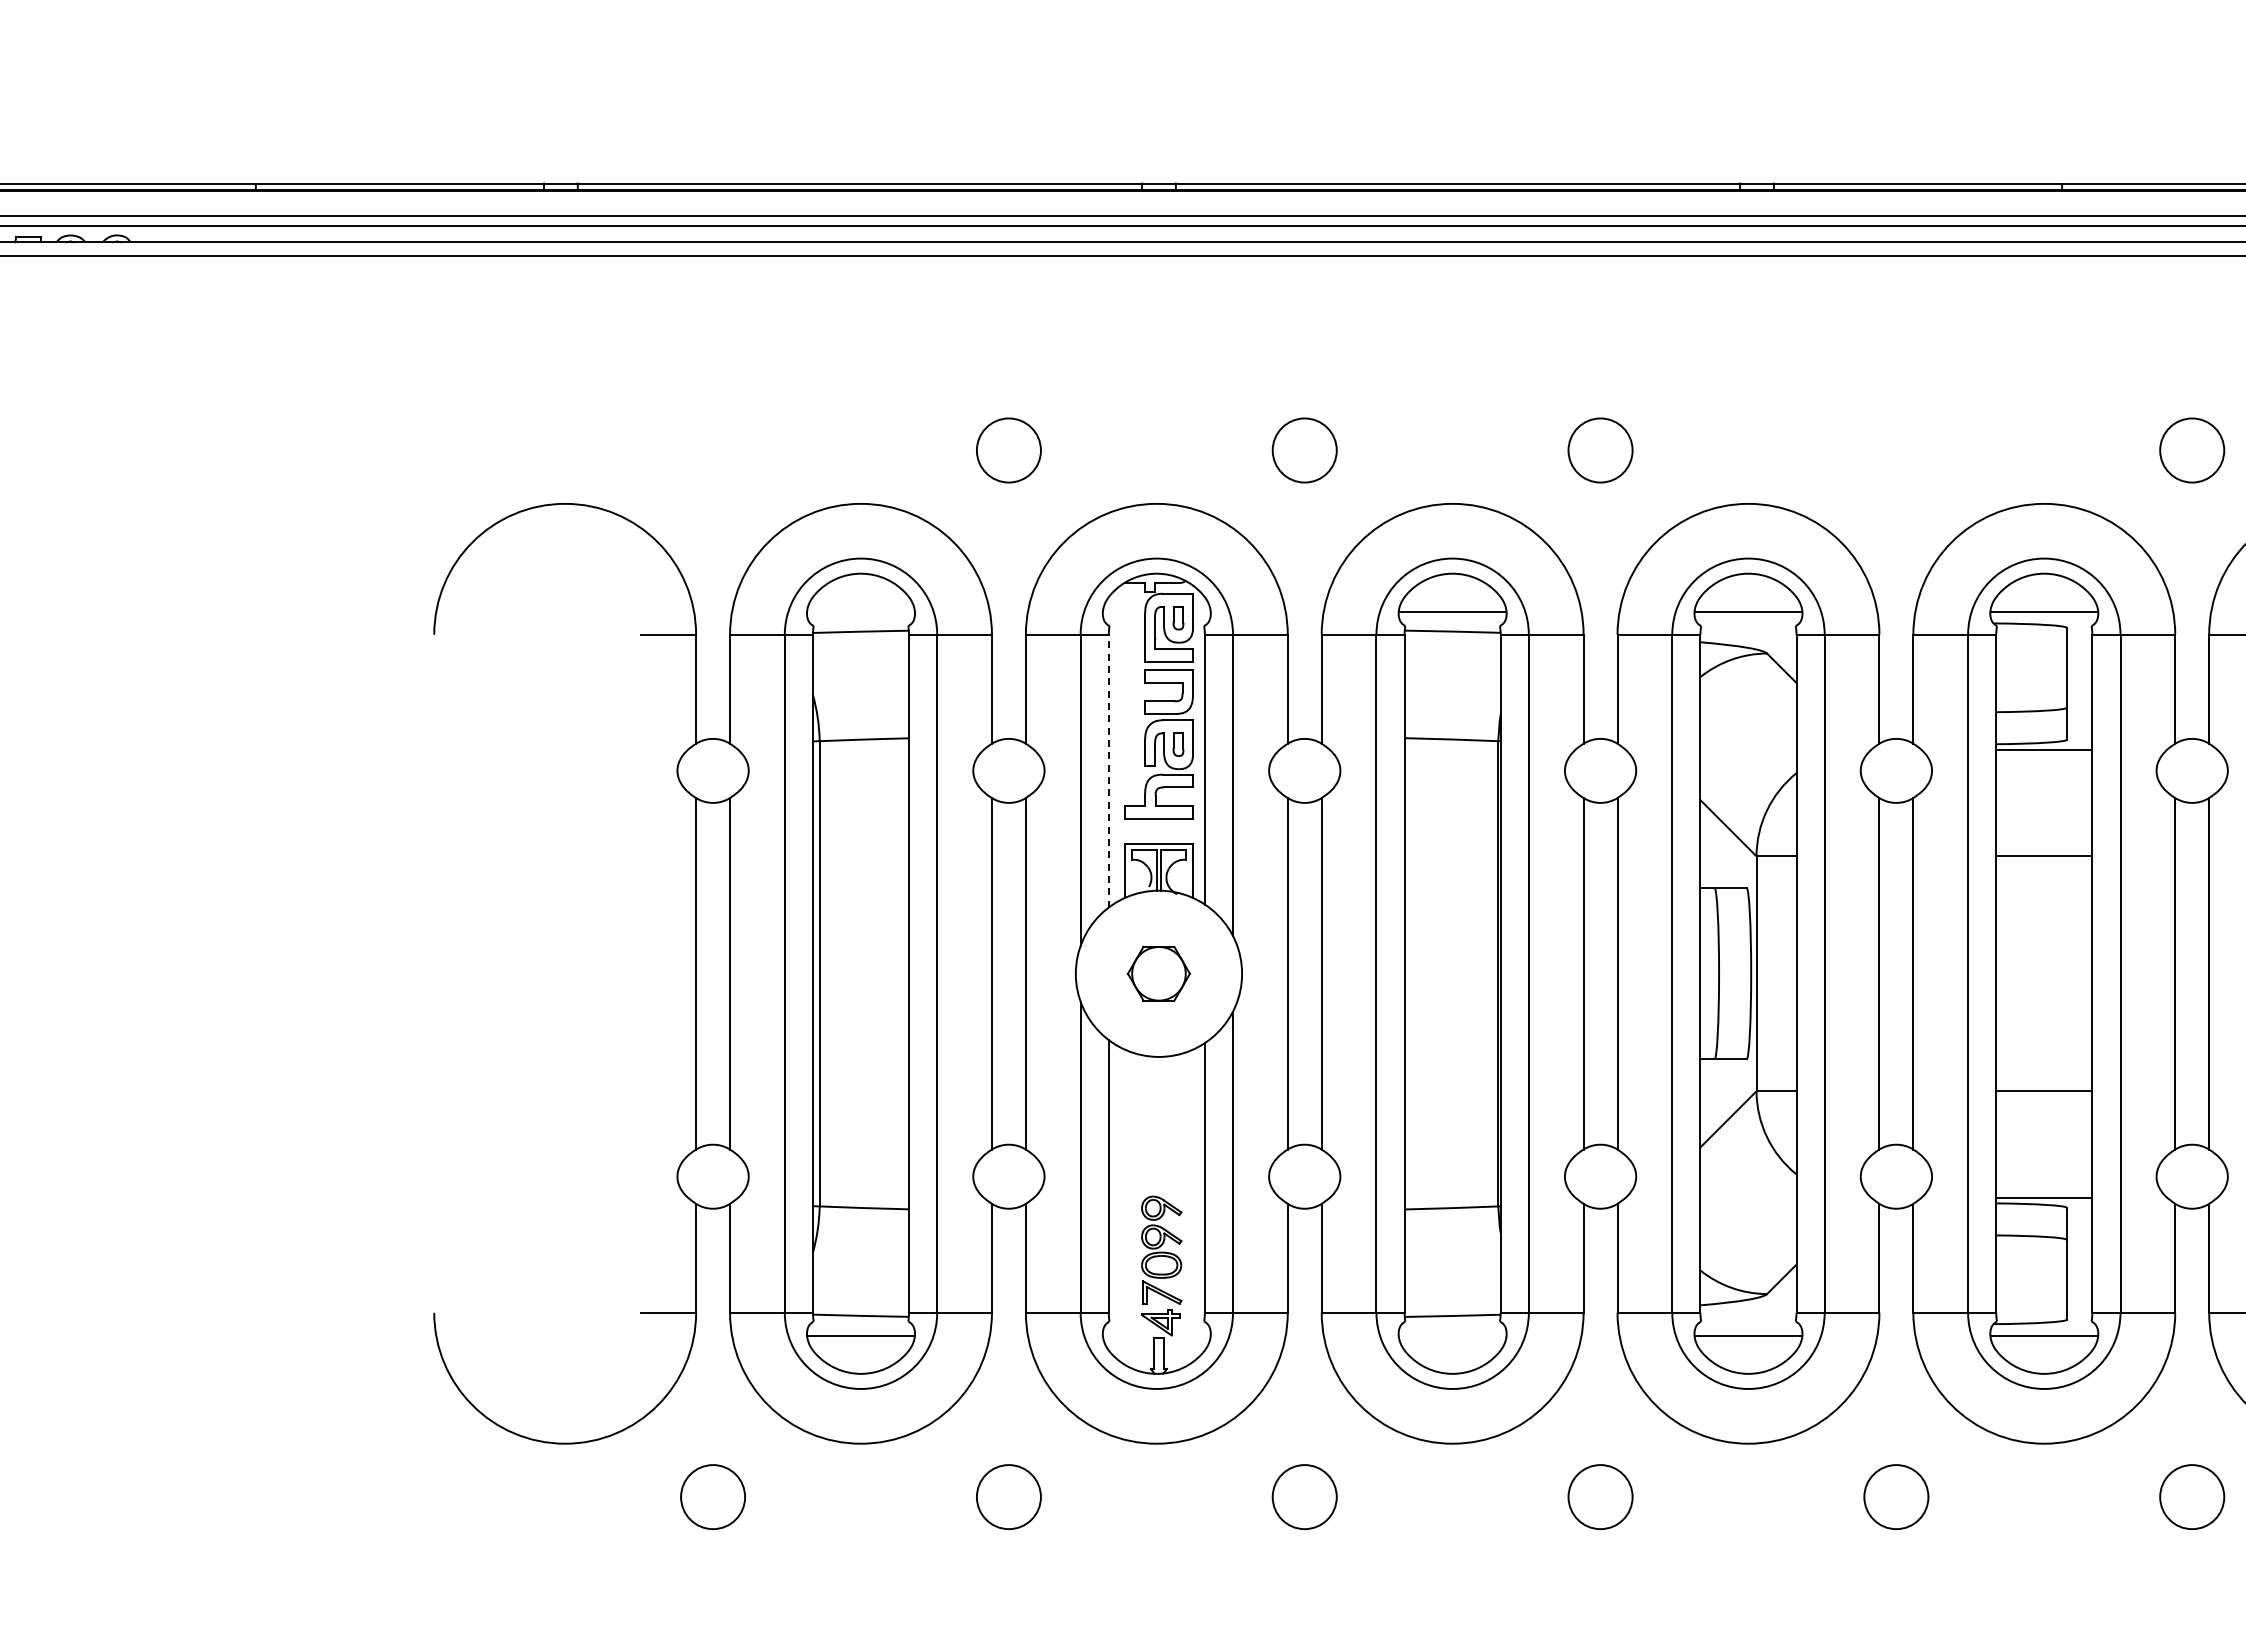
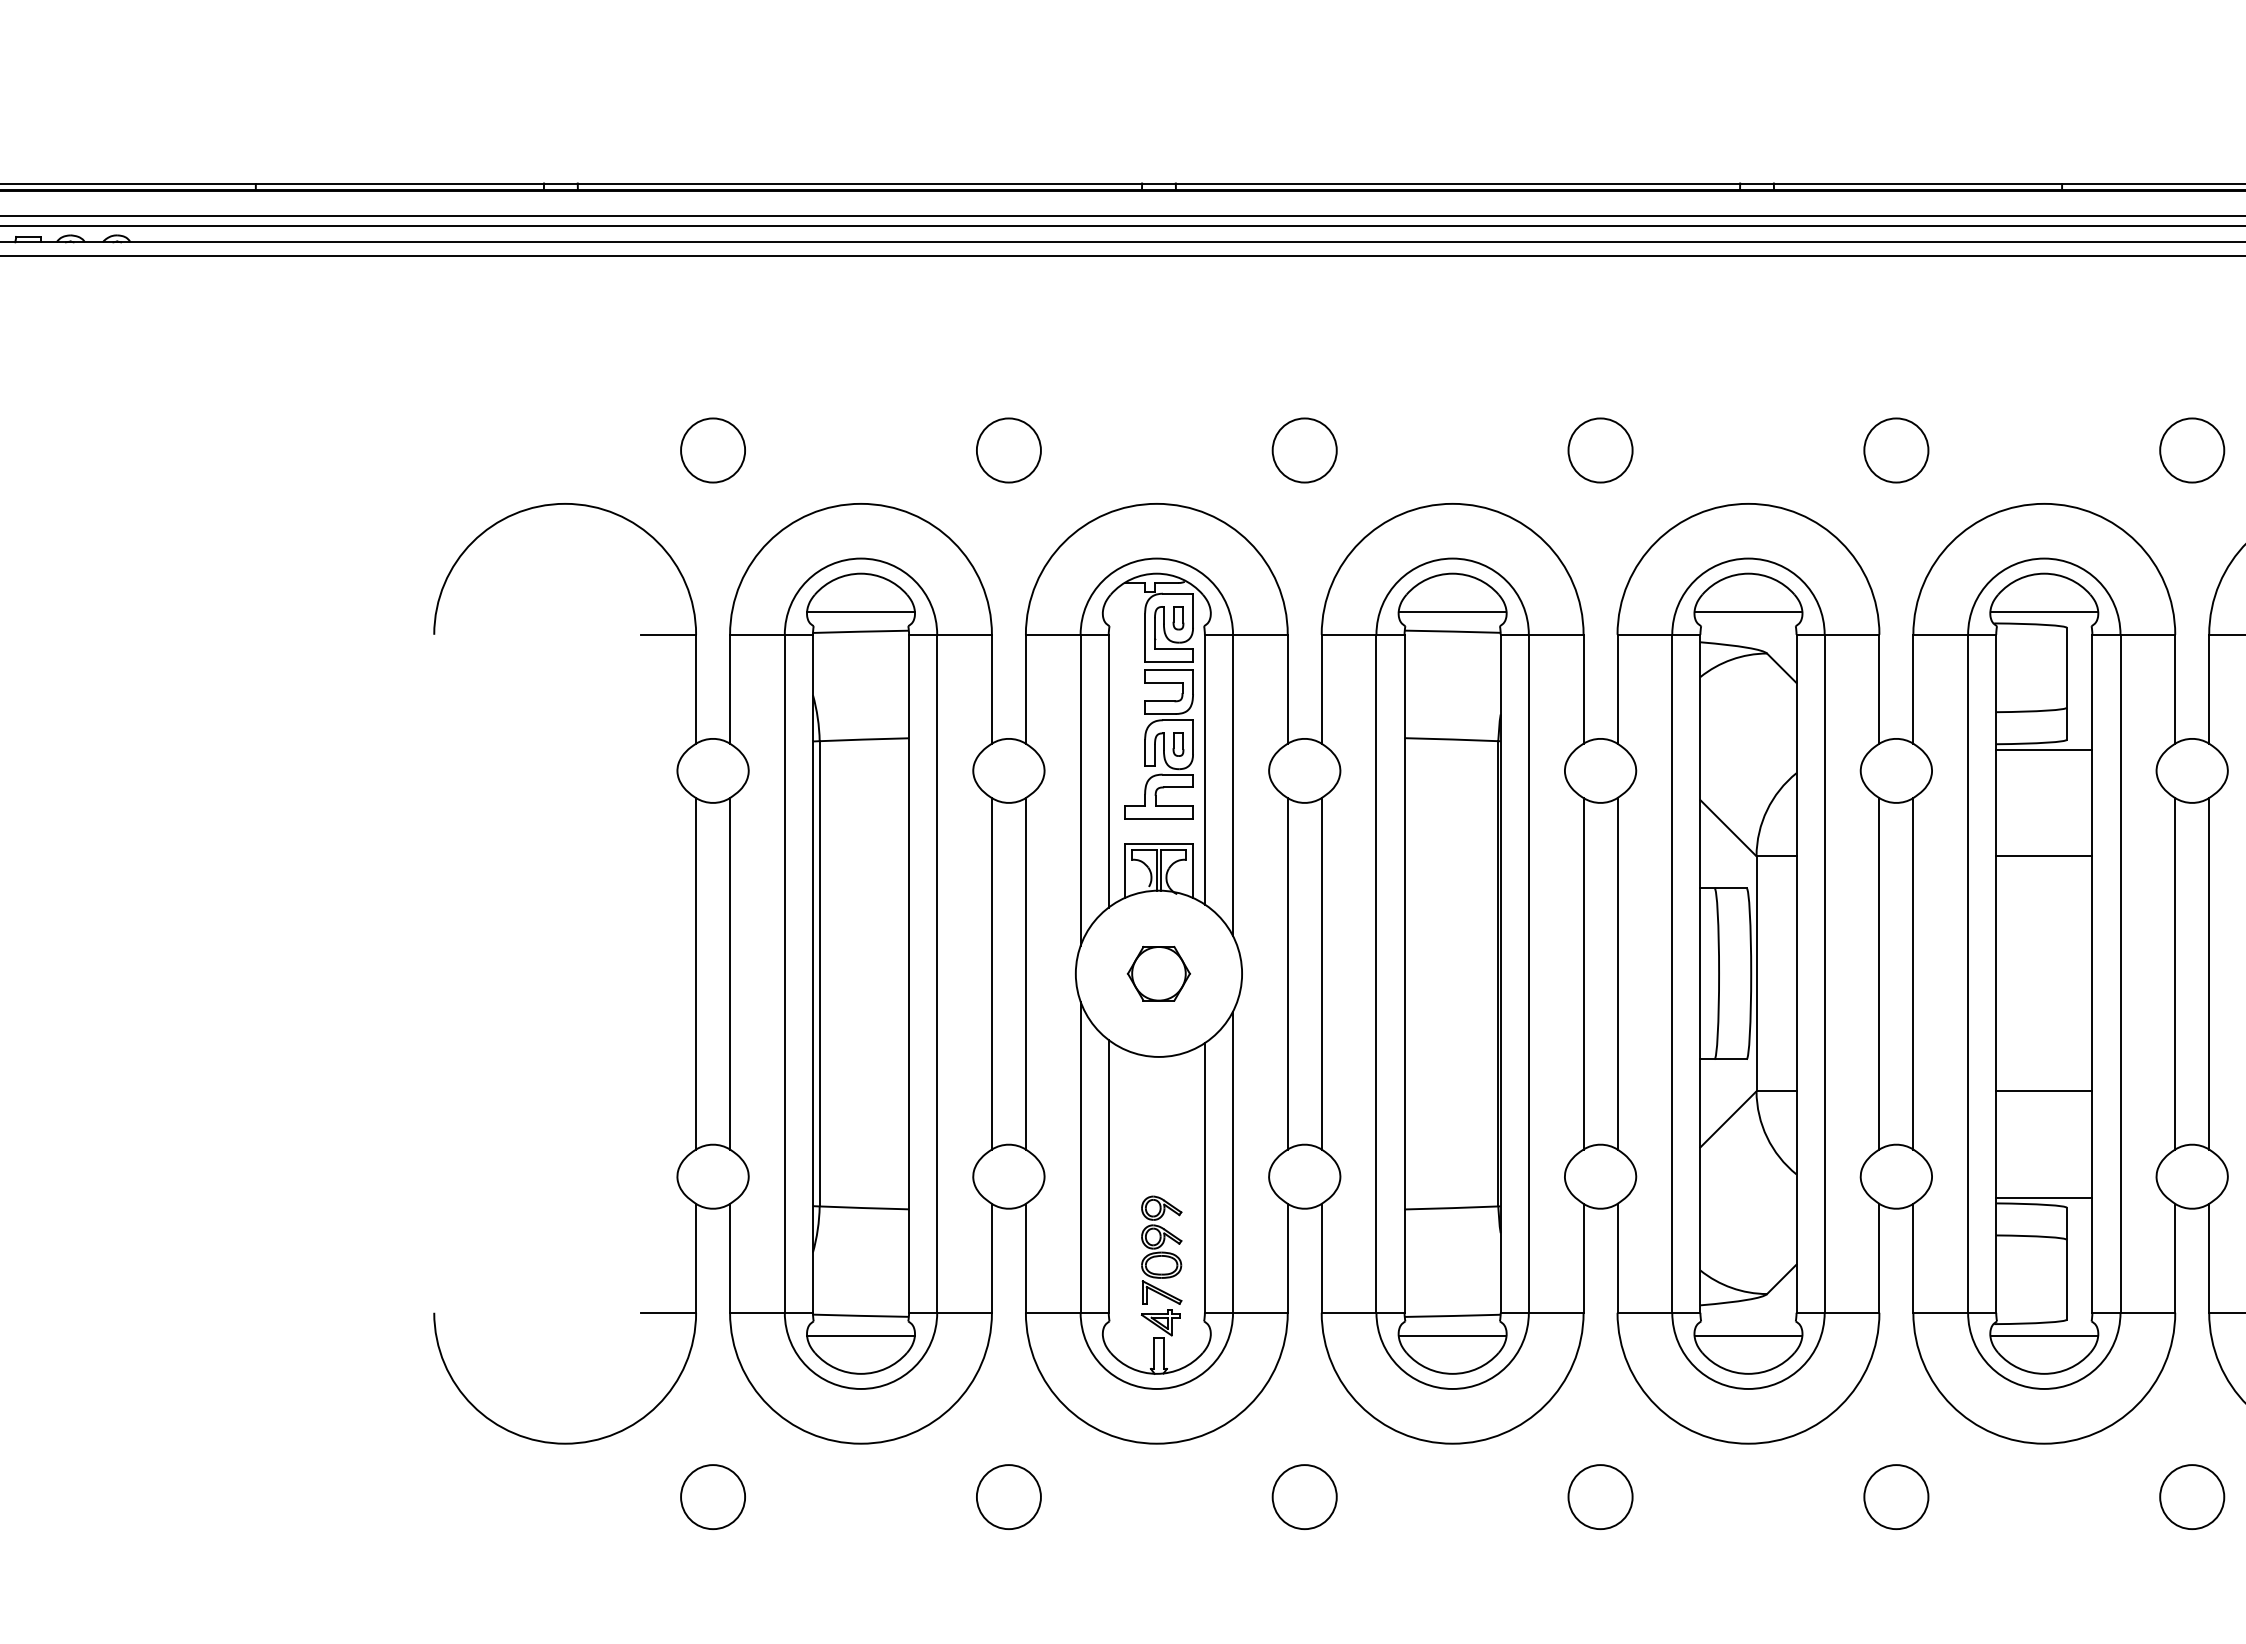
circle at (712, 450): none -> present
circle at (1896, 450): none -> present
line at (860, 612): none -> present
line at (1108, 770): dashed -> solid
line at (1452, 1335): none -> present
